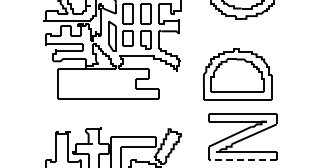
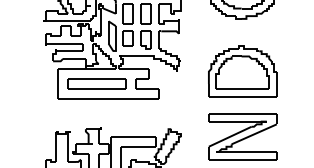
part at (237, 74) position: (237, 74) -> (242, 71)
part at (96, 83): none -> present
line at (242, 159): dashed -> solid
